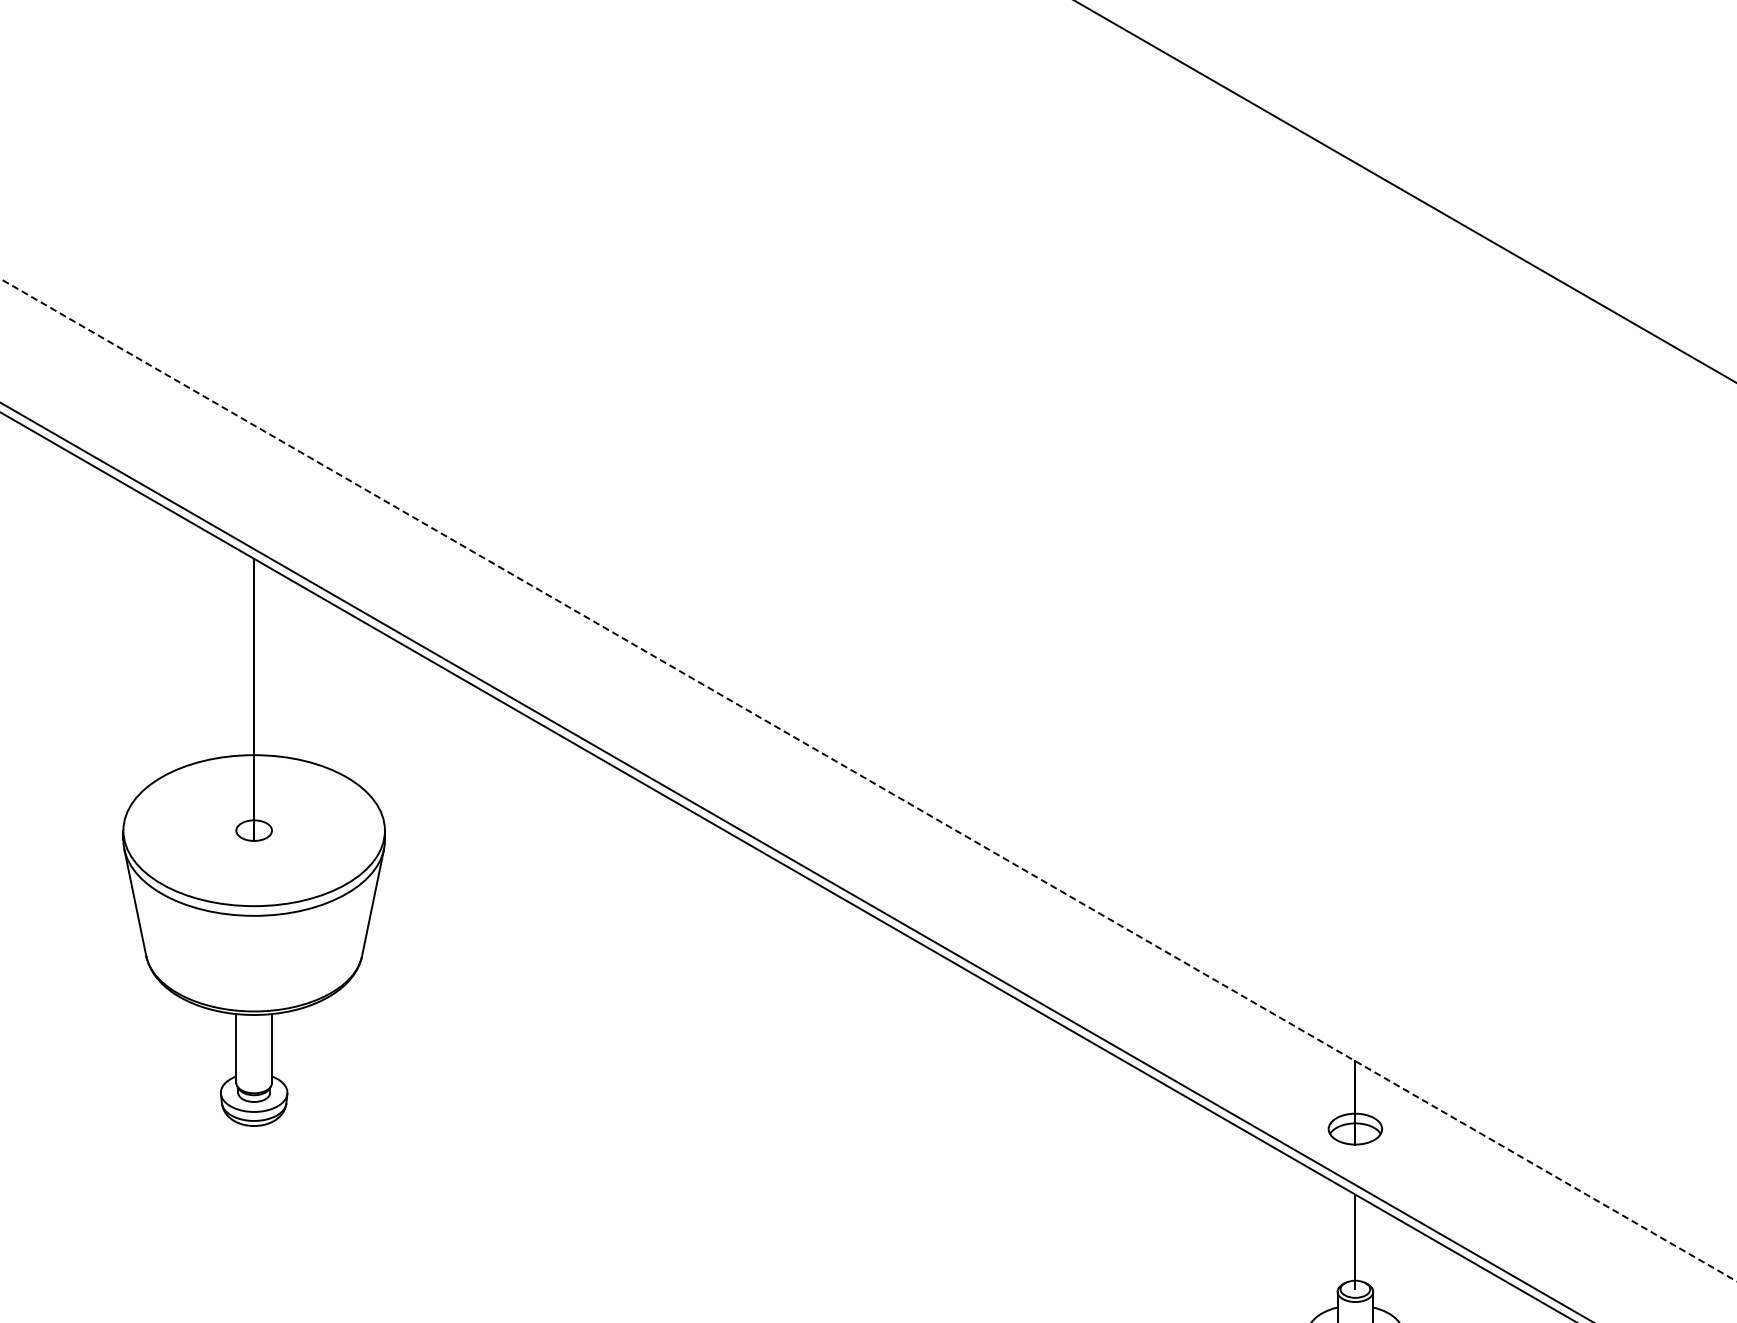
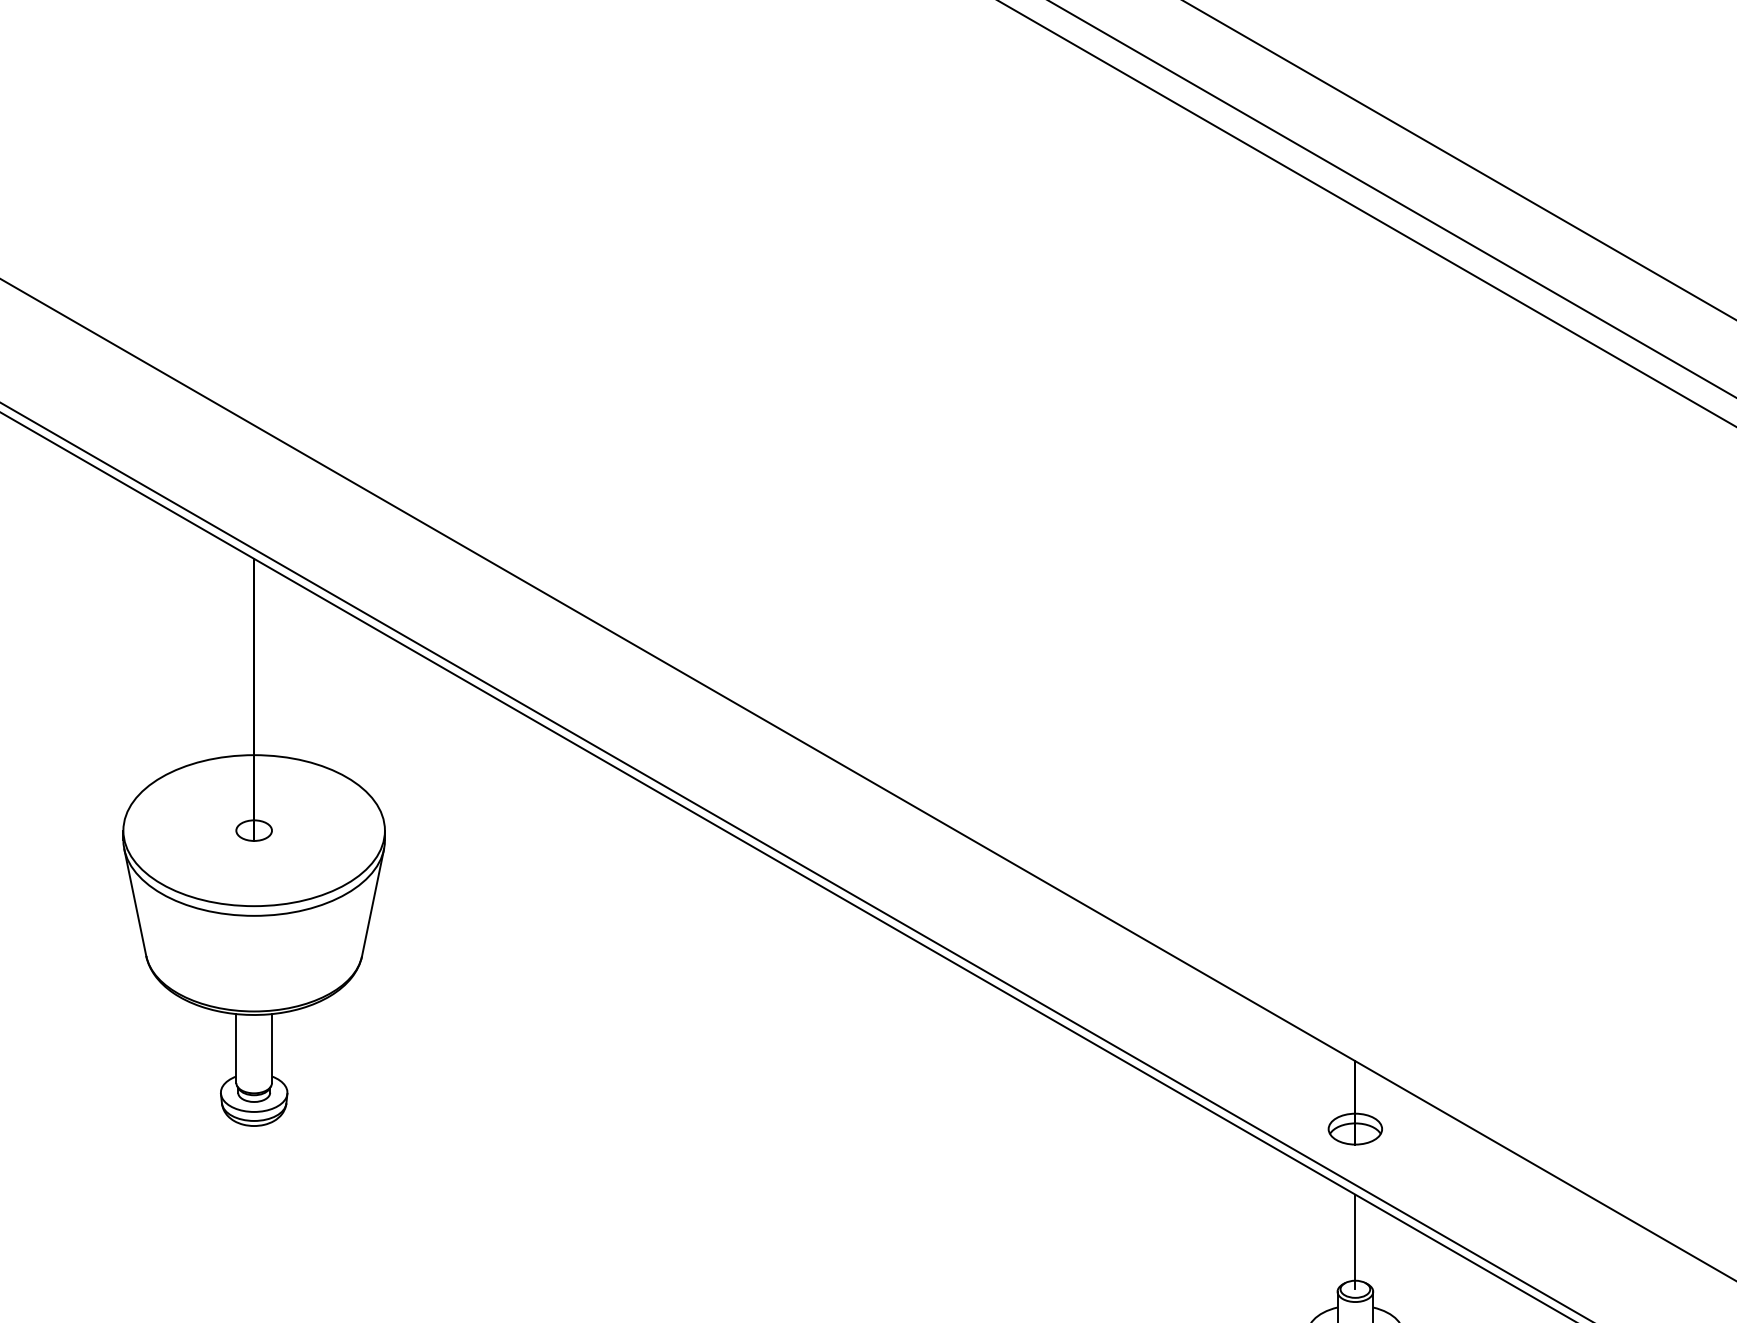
line at (1459, 160): none -> present
line at (1405, 191) position: (1405, 191) -> (1391, 199)
line at (1366, 213): none -> present
line at (868, 780): dashed -> solid
